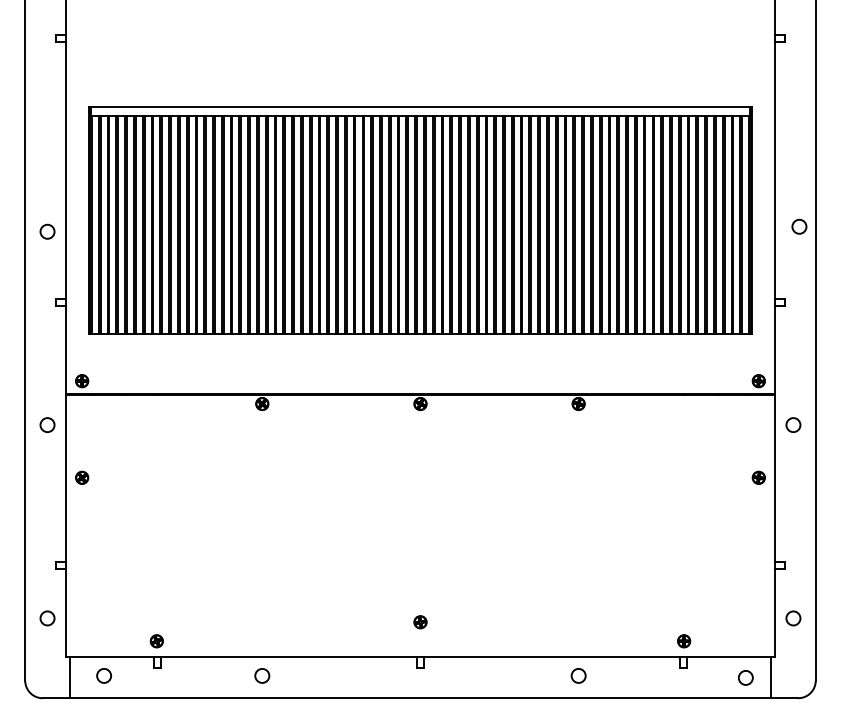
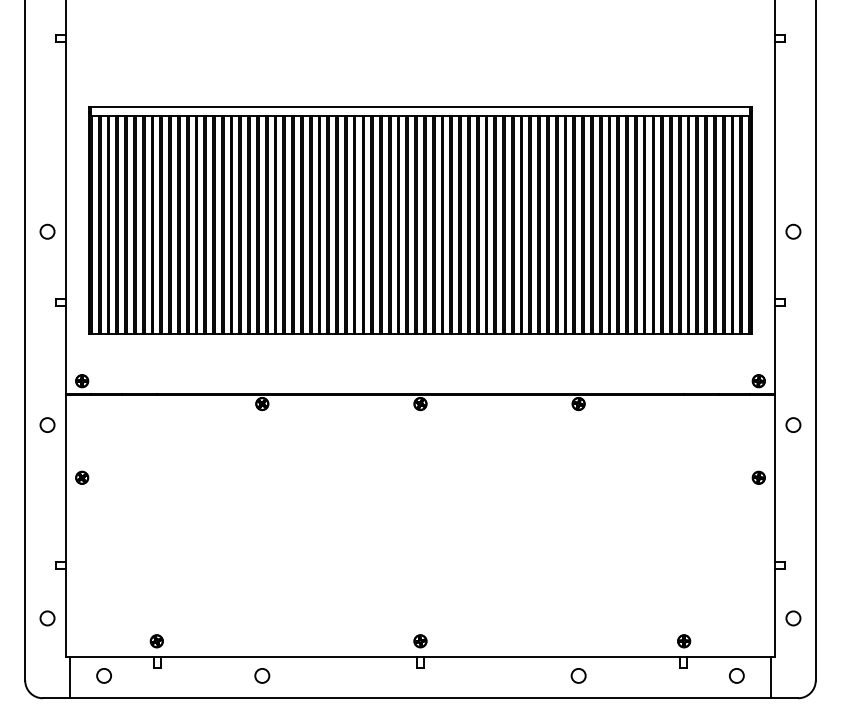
circle at (799, 226) position: (799, 226) -> (793, 231)
part at (420, 622) position: (420, 622) -> (420, 641)
circle at (745, 677) position: (745, 677) -> (736, 675)
